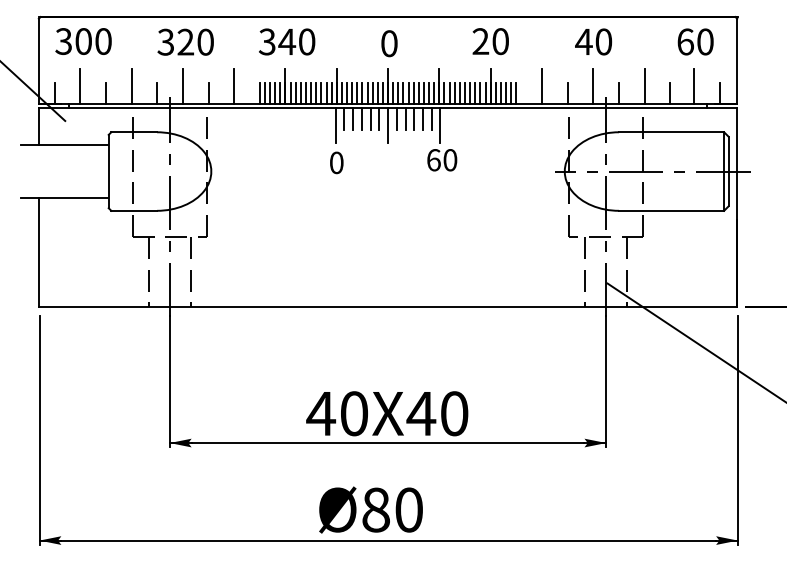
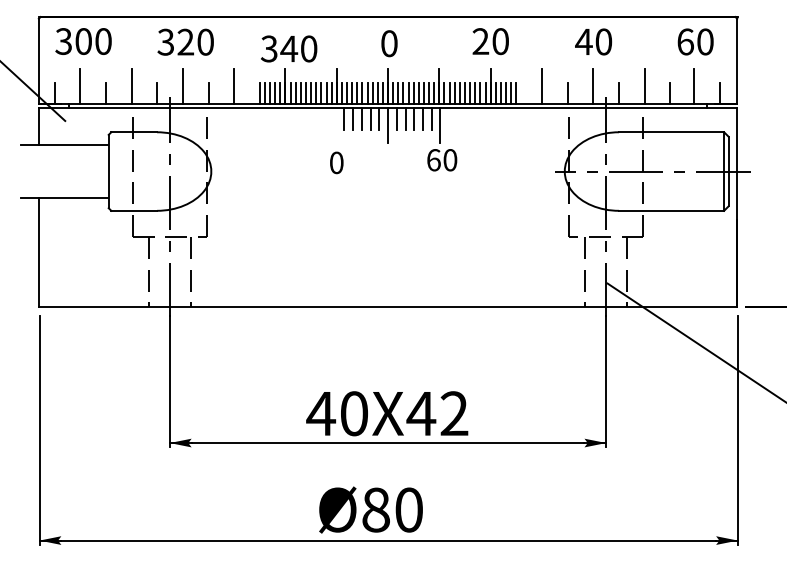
text at (287, 41) position: (287, 41) -> (289, 48)
line at (335, 124): present -> none
text at (454, 413): 40X40 -> 40X42
